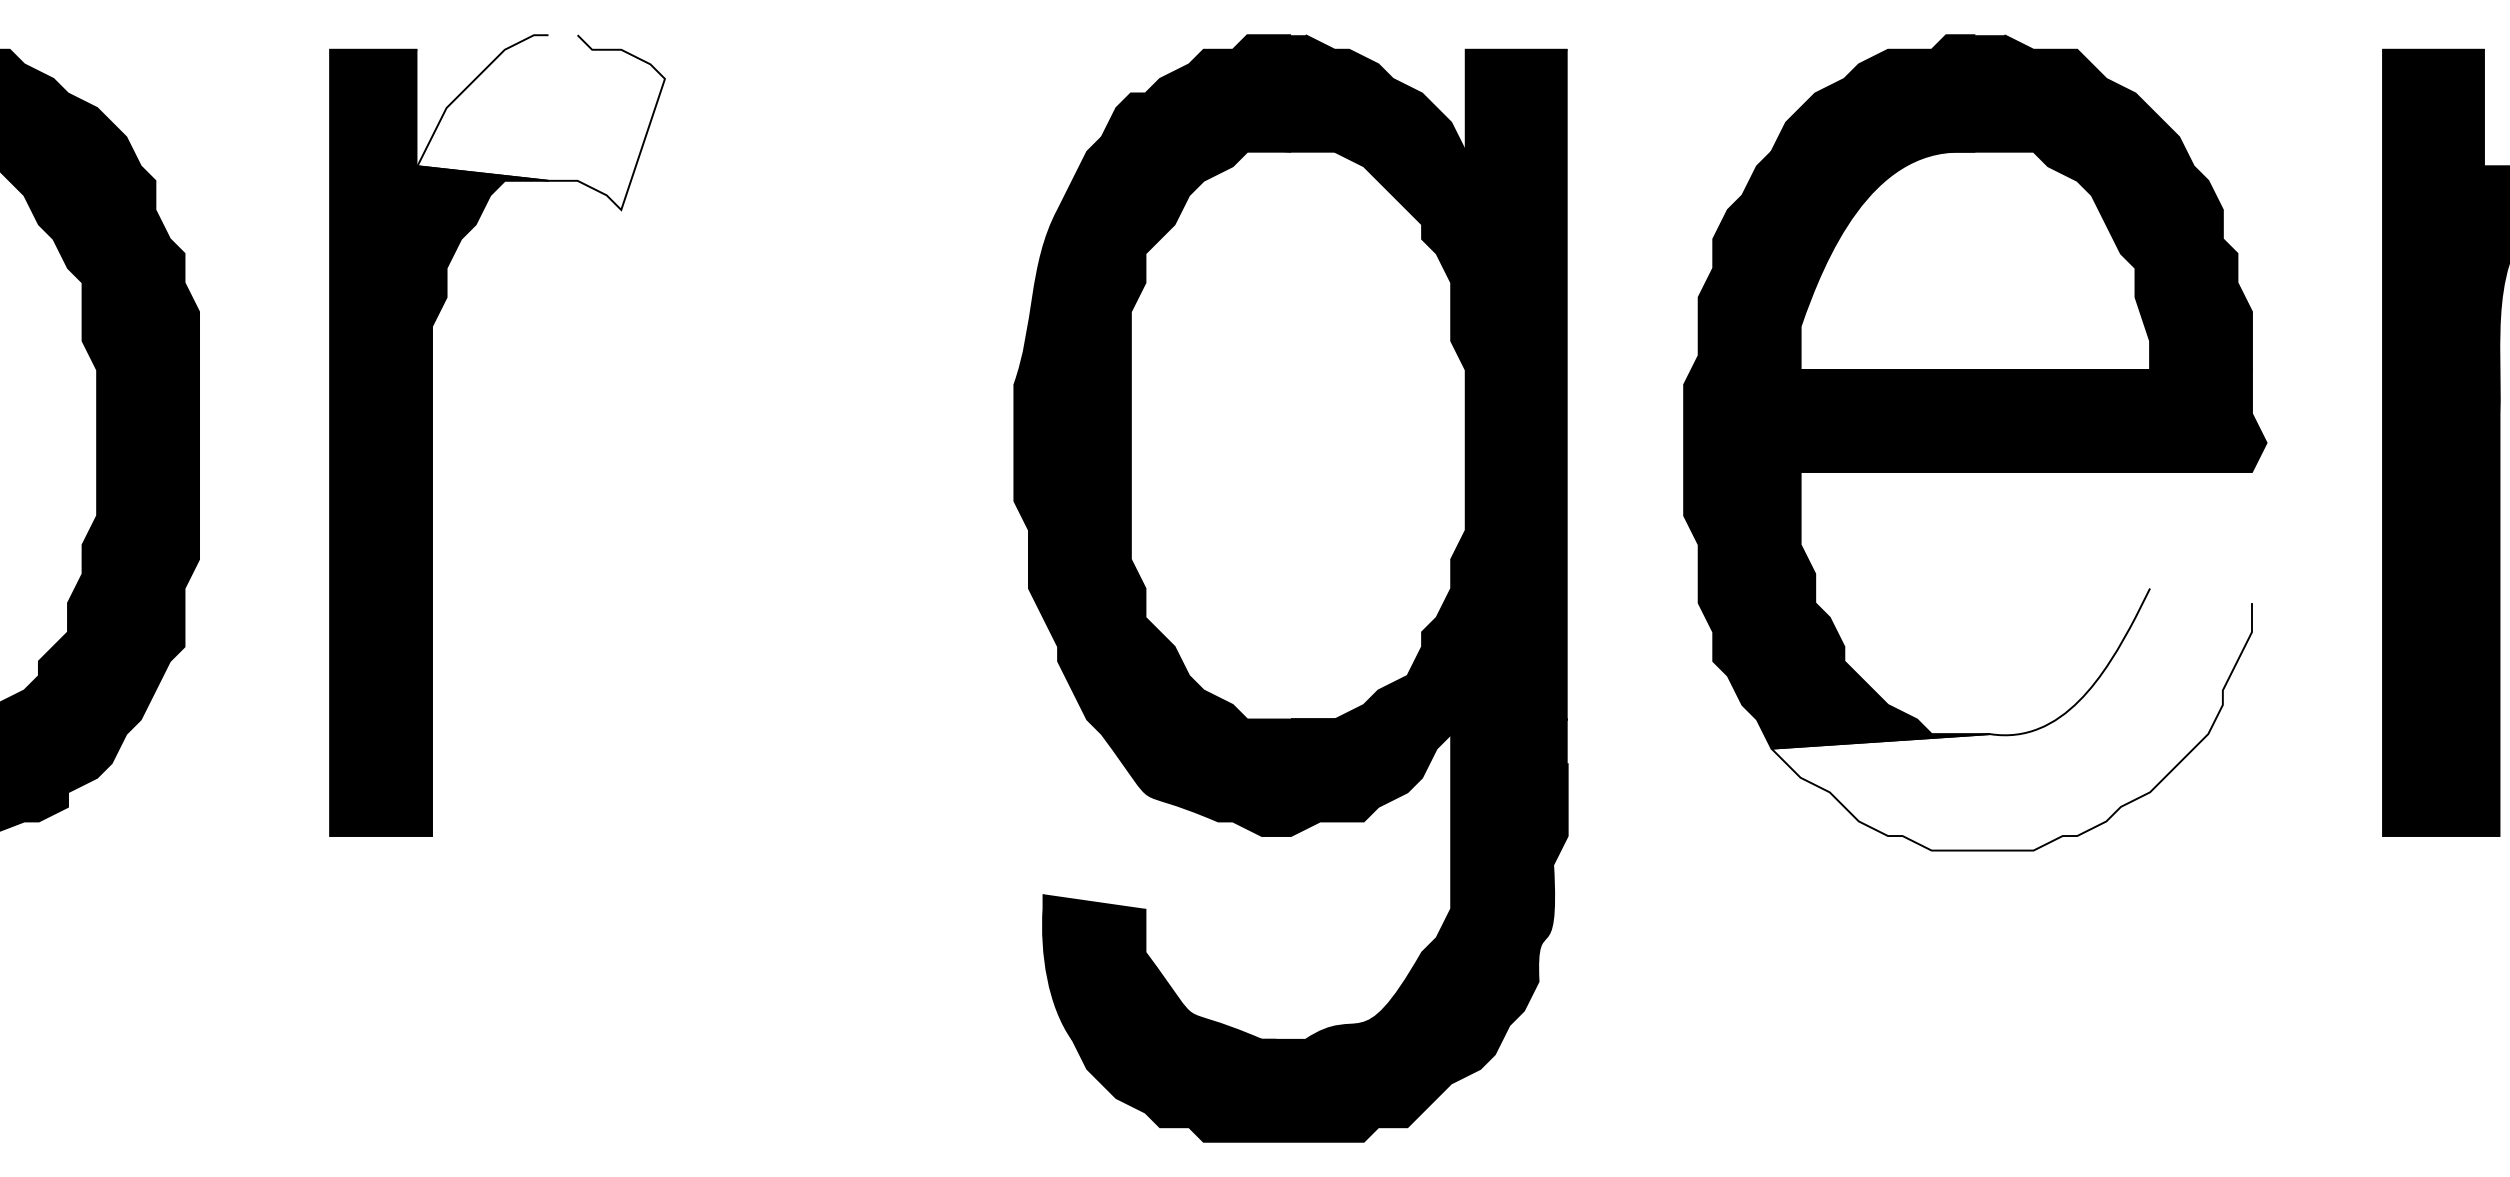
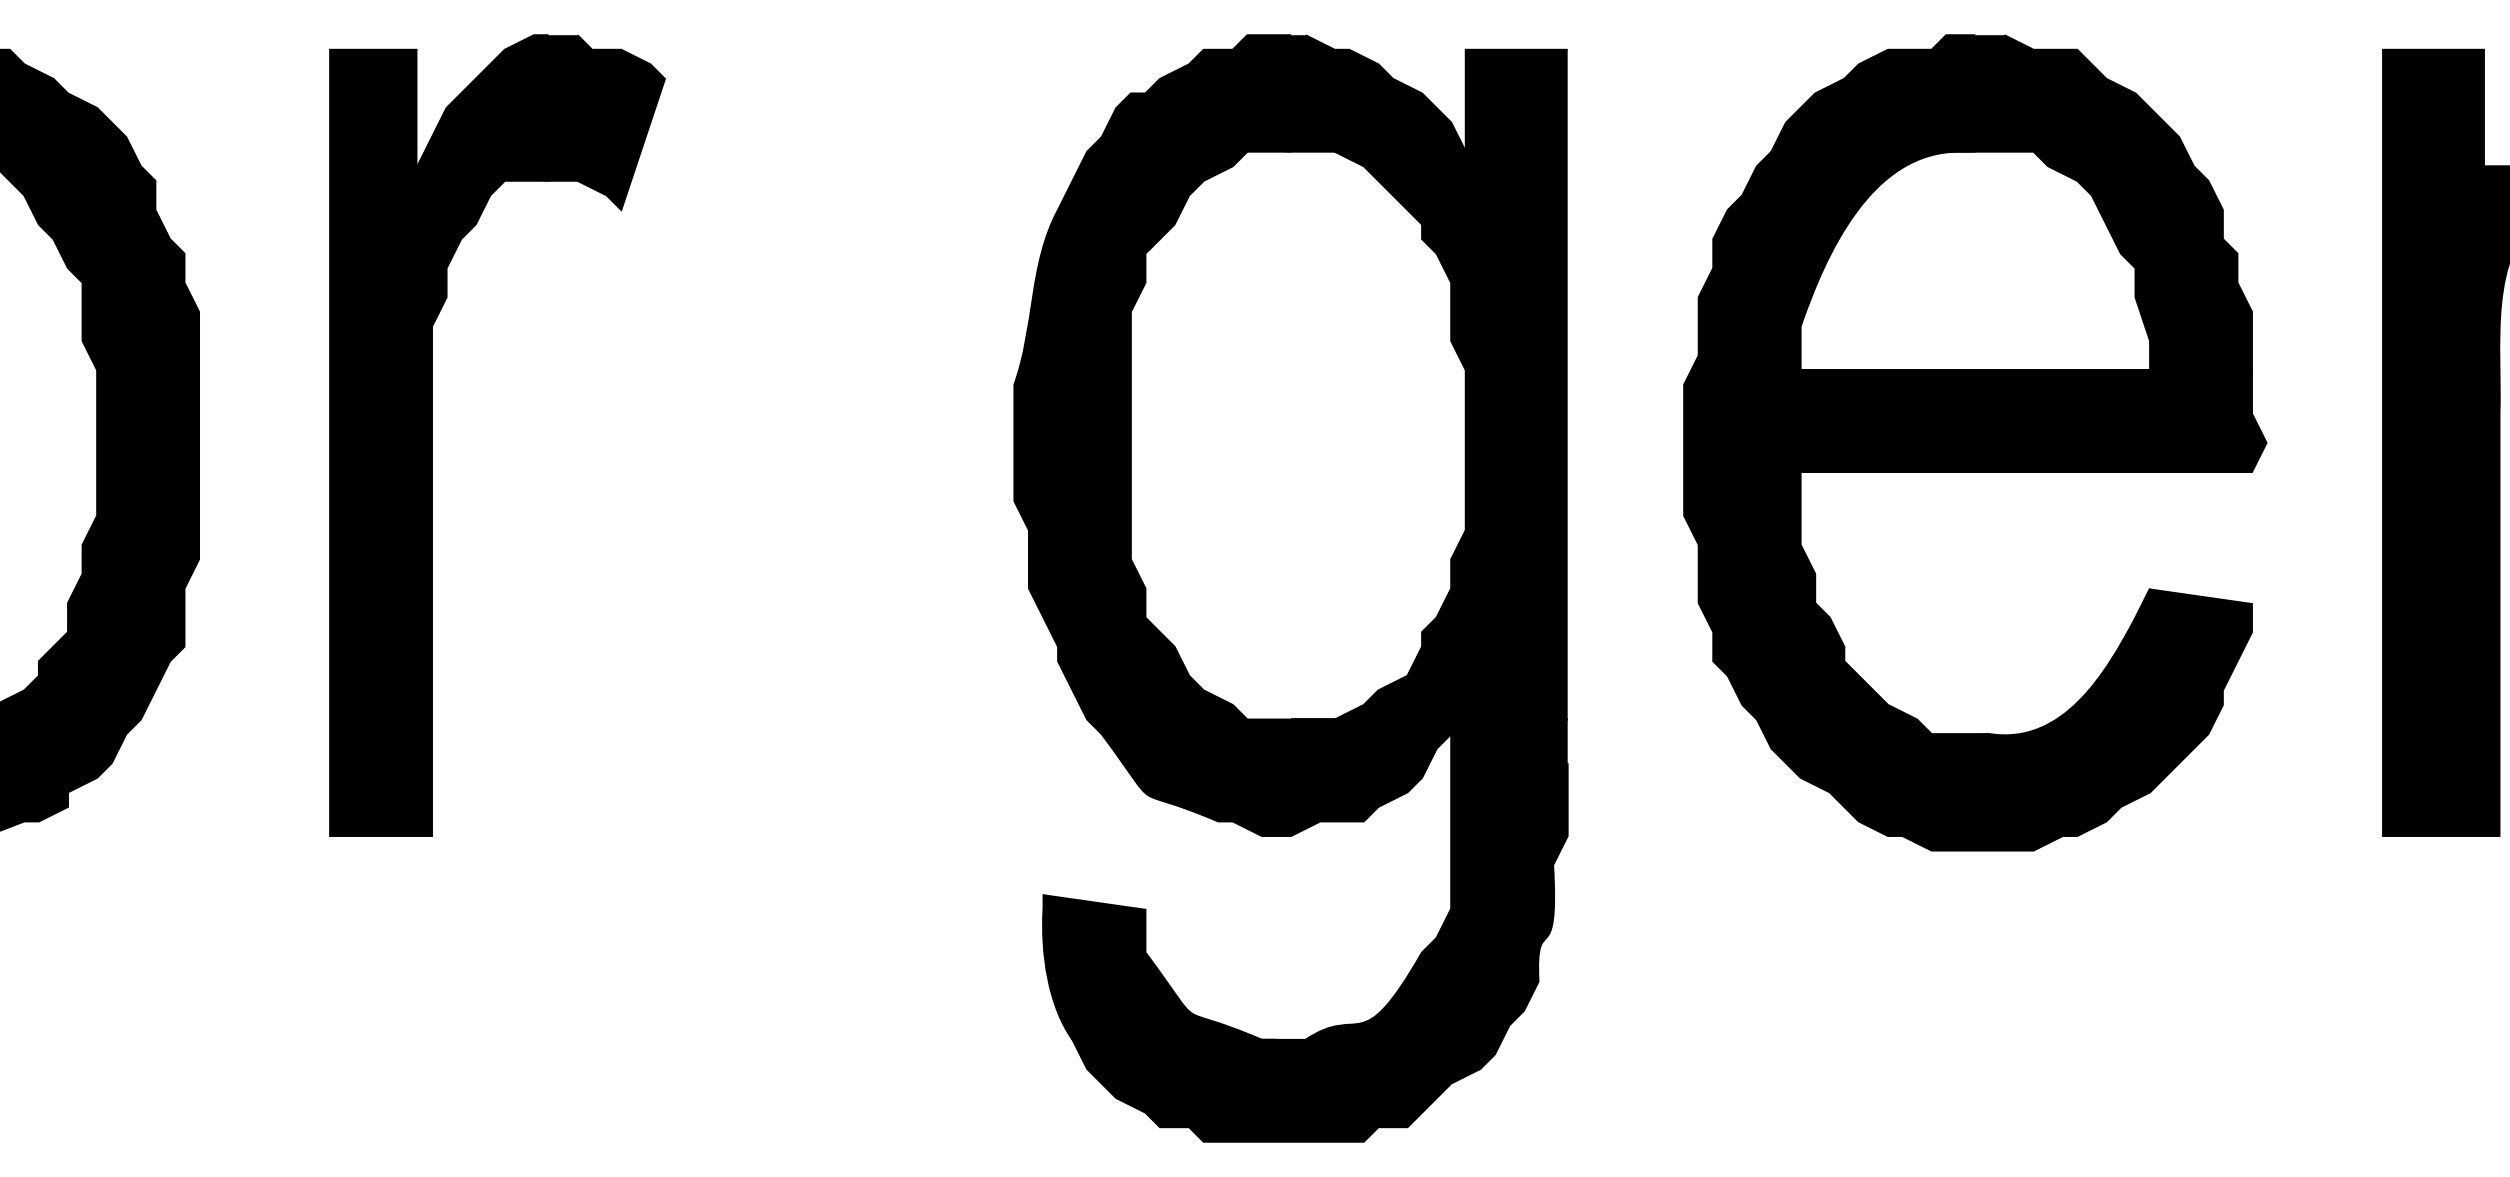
fill at (540, 122): none -> present
fill at (2011, 719): none -> present
